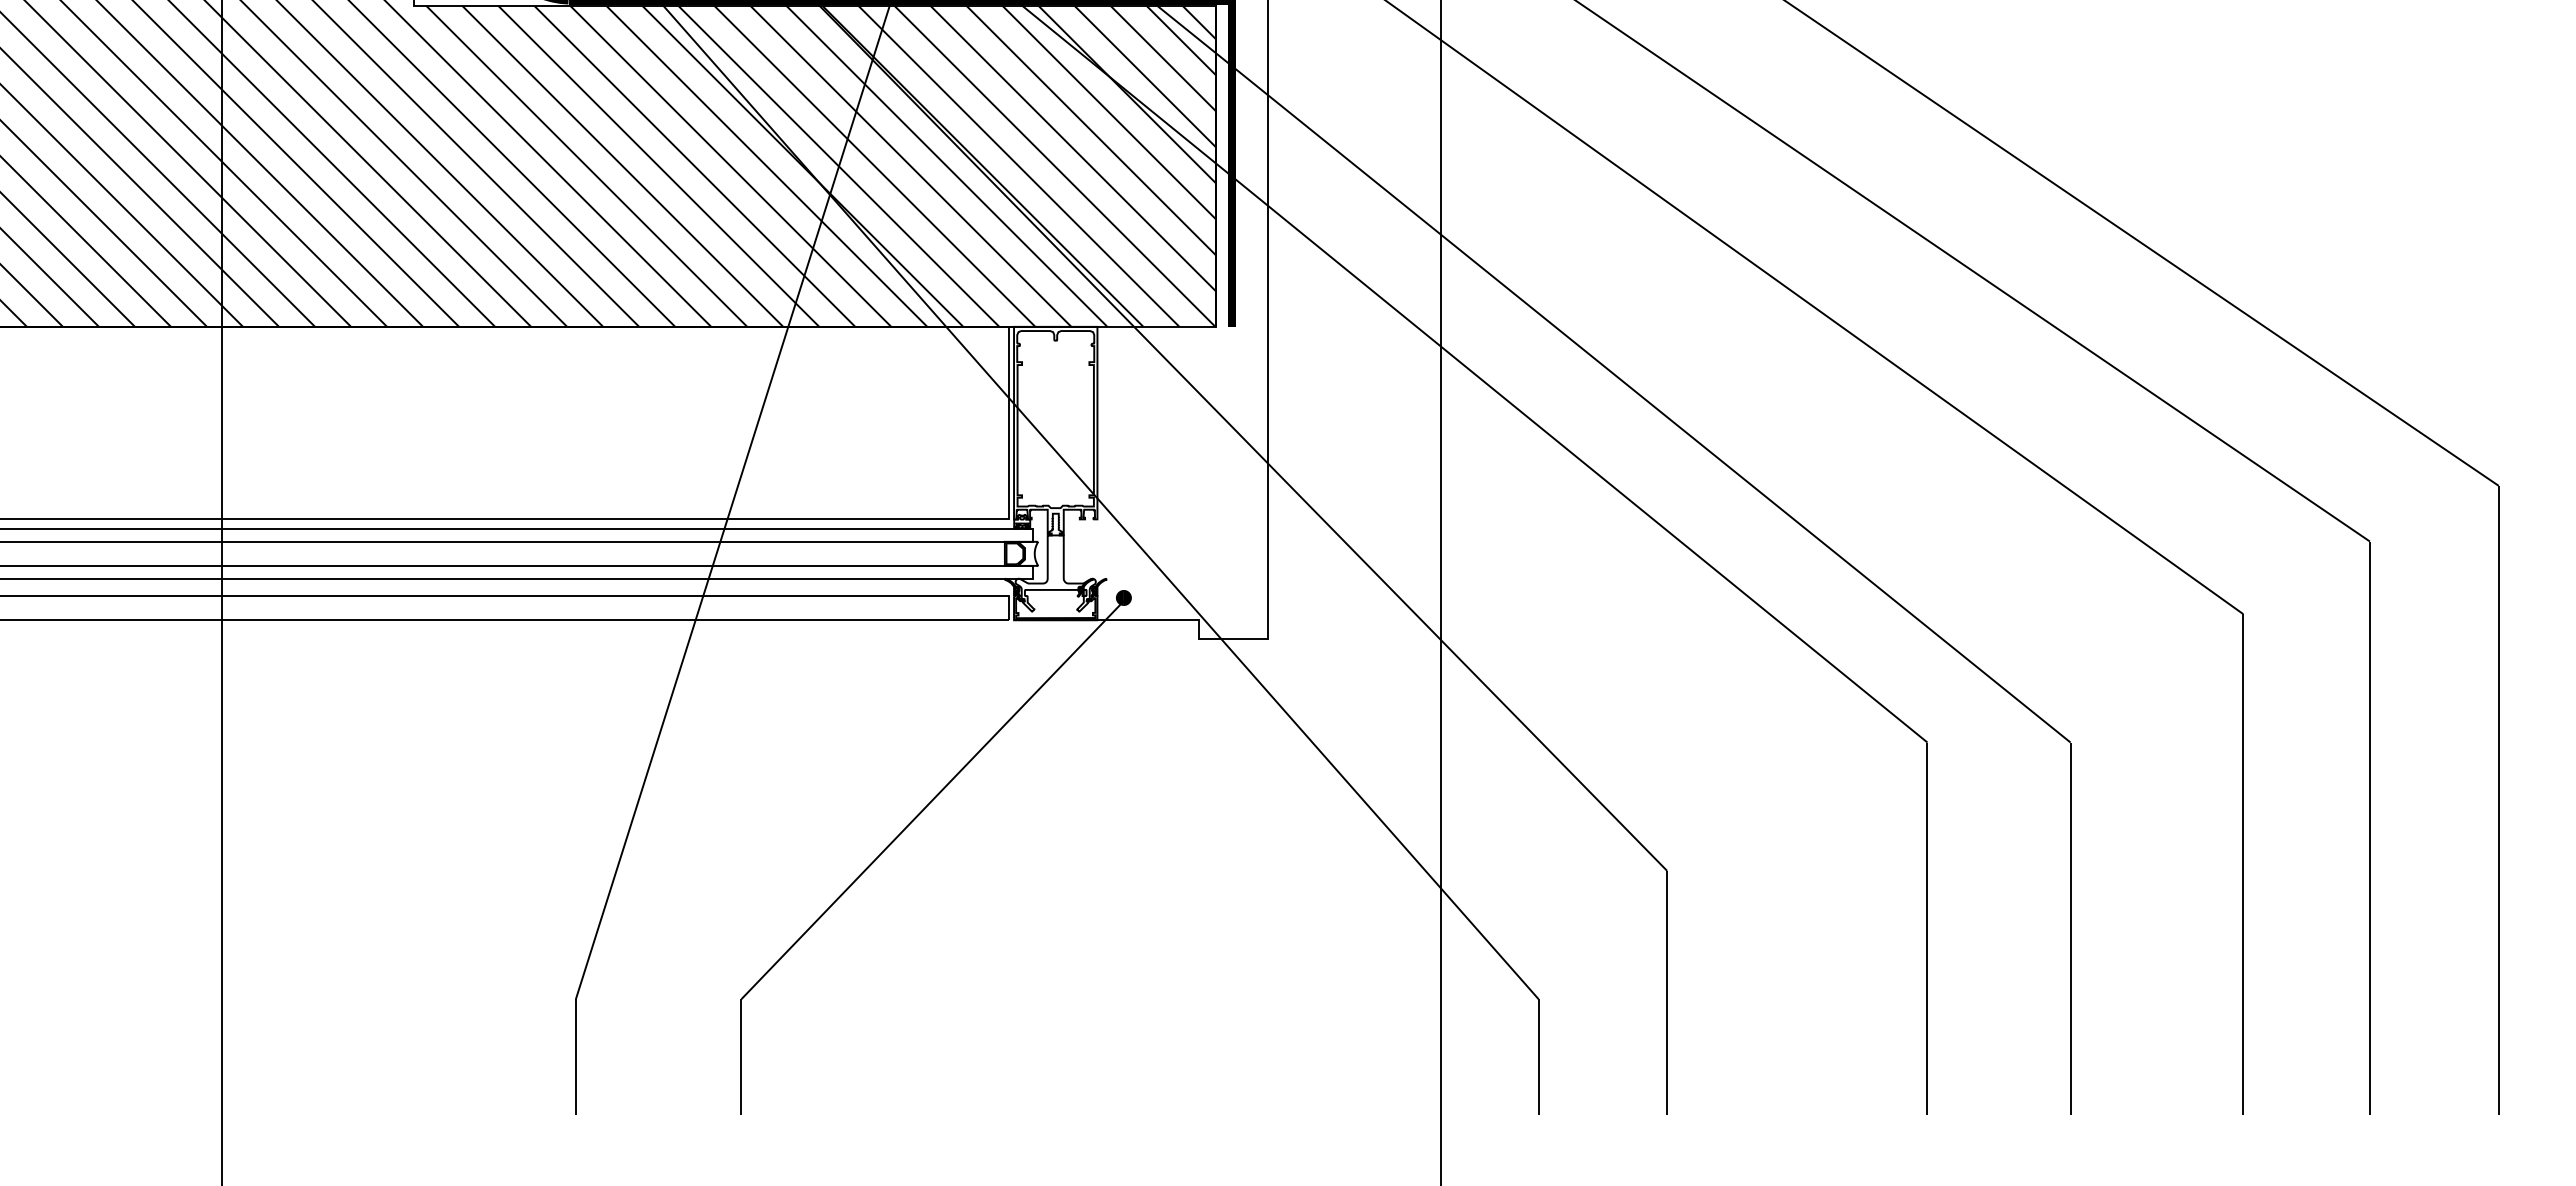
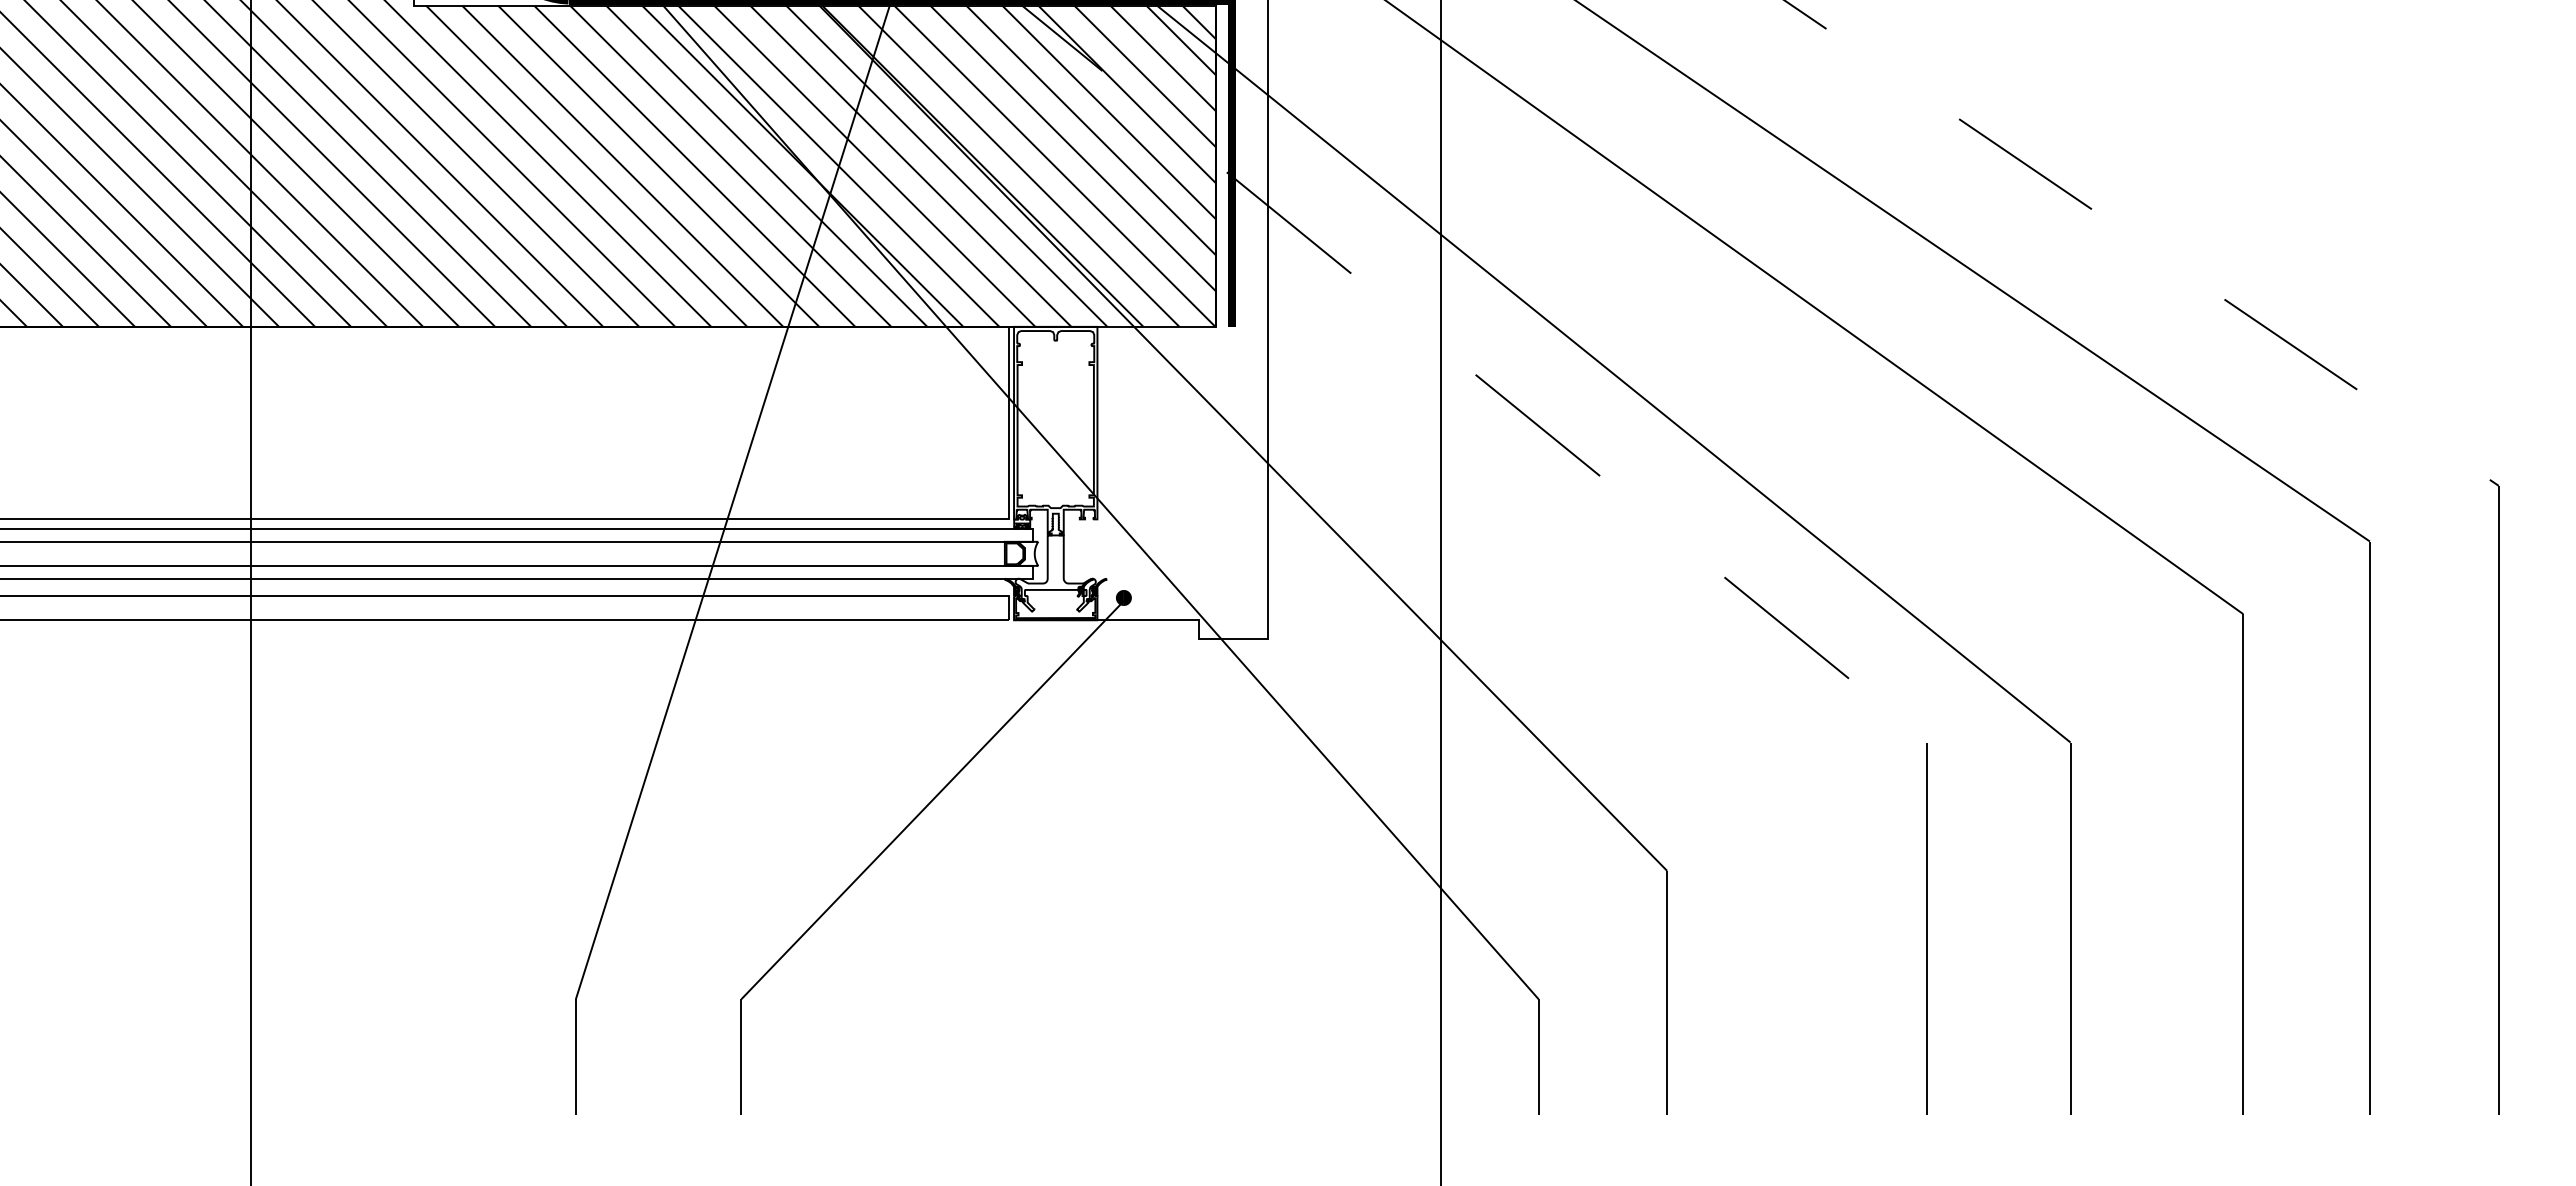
line at (2141, 243): solid -> dashed
line at (1471, 371): solid -> dashed
line at (221, 592) position: (221, 592) -> (250, 592)
